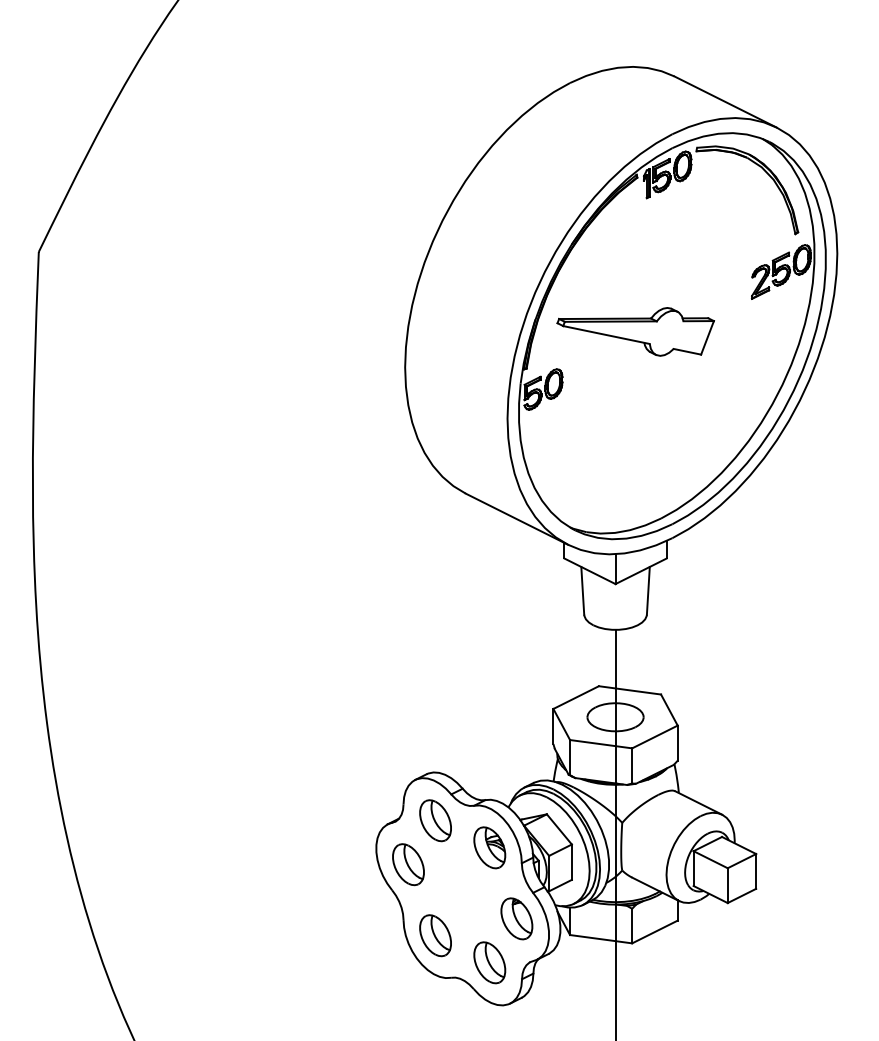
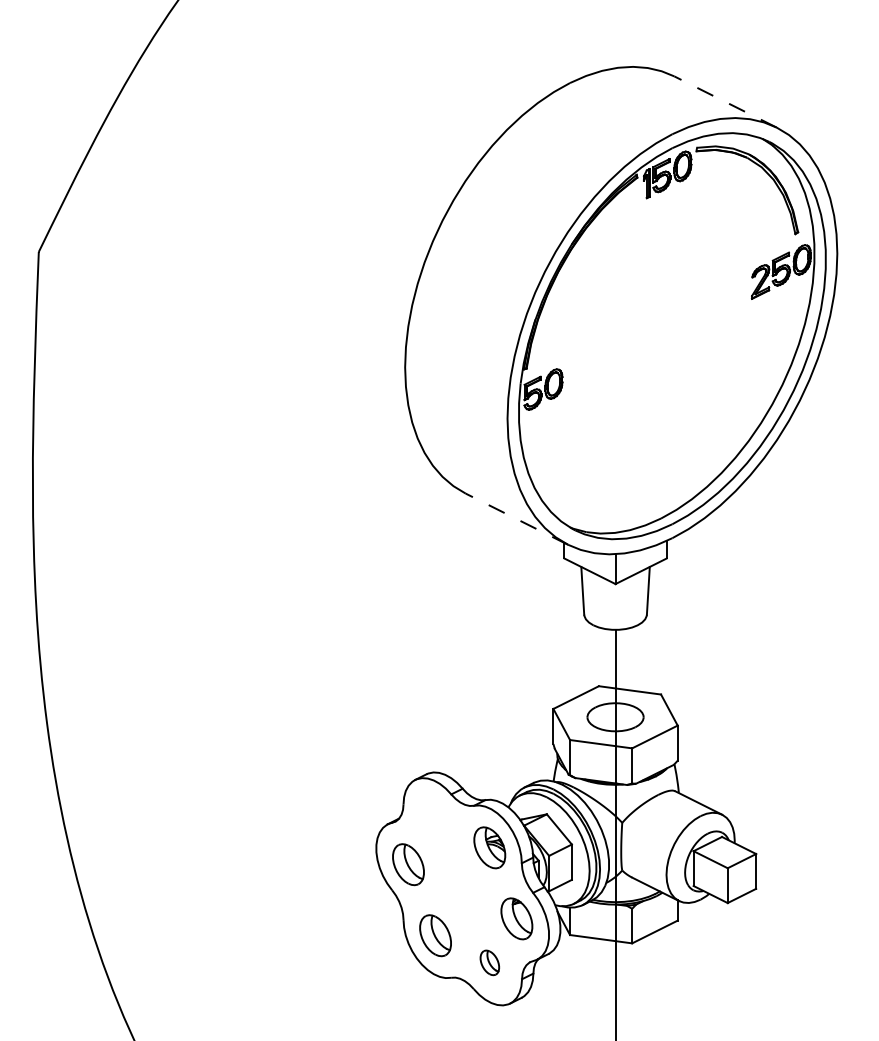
line at (725, 101): solid -> dashed
part at (635, 331): present -> none
line at (516, 518): solid -> dashed
part at (435, 820): present -> none
part at (489, 962) size: 34x44 px -> 21x28 px
